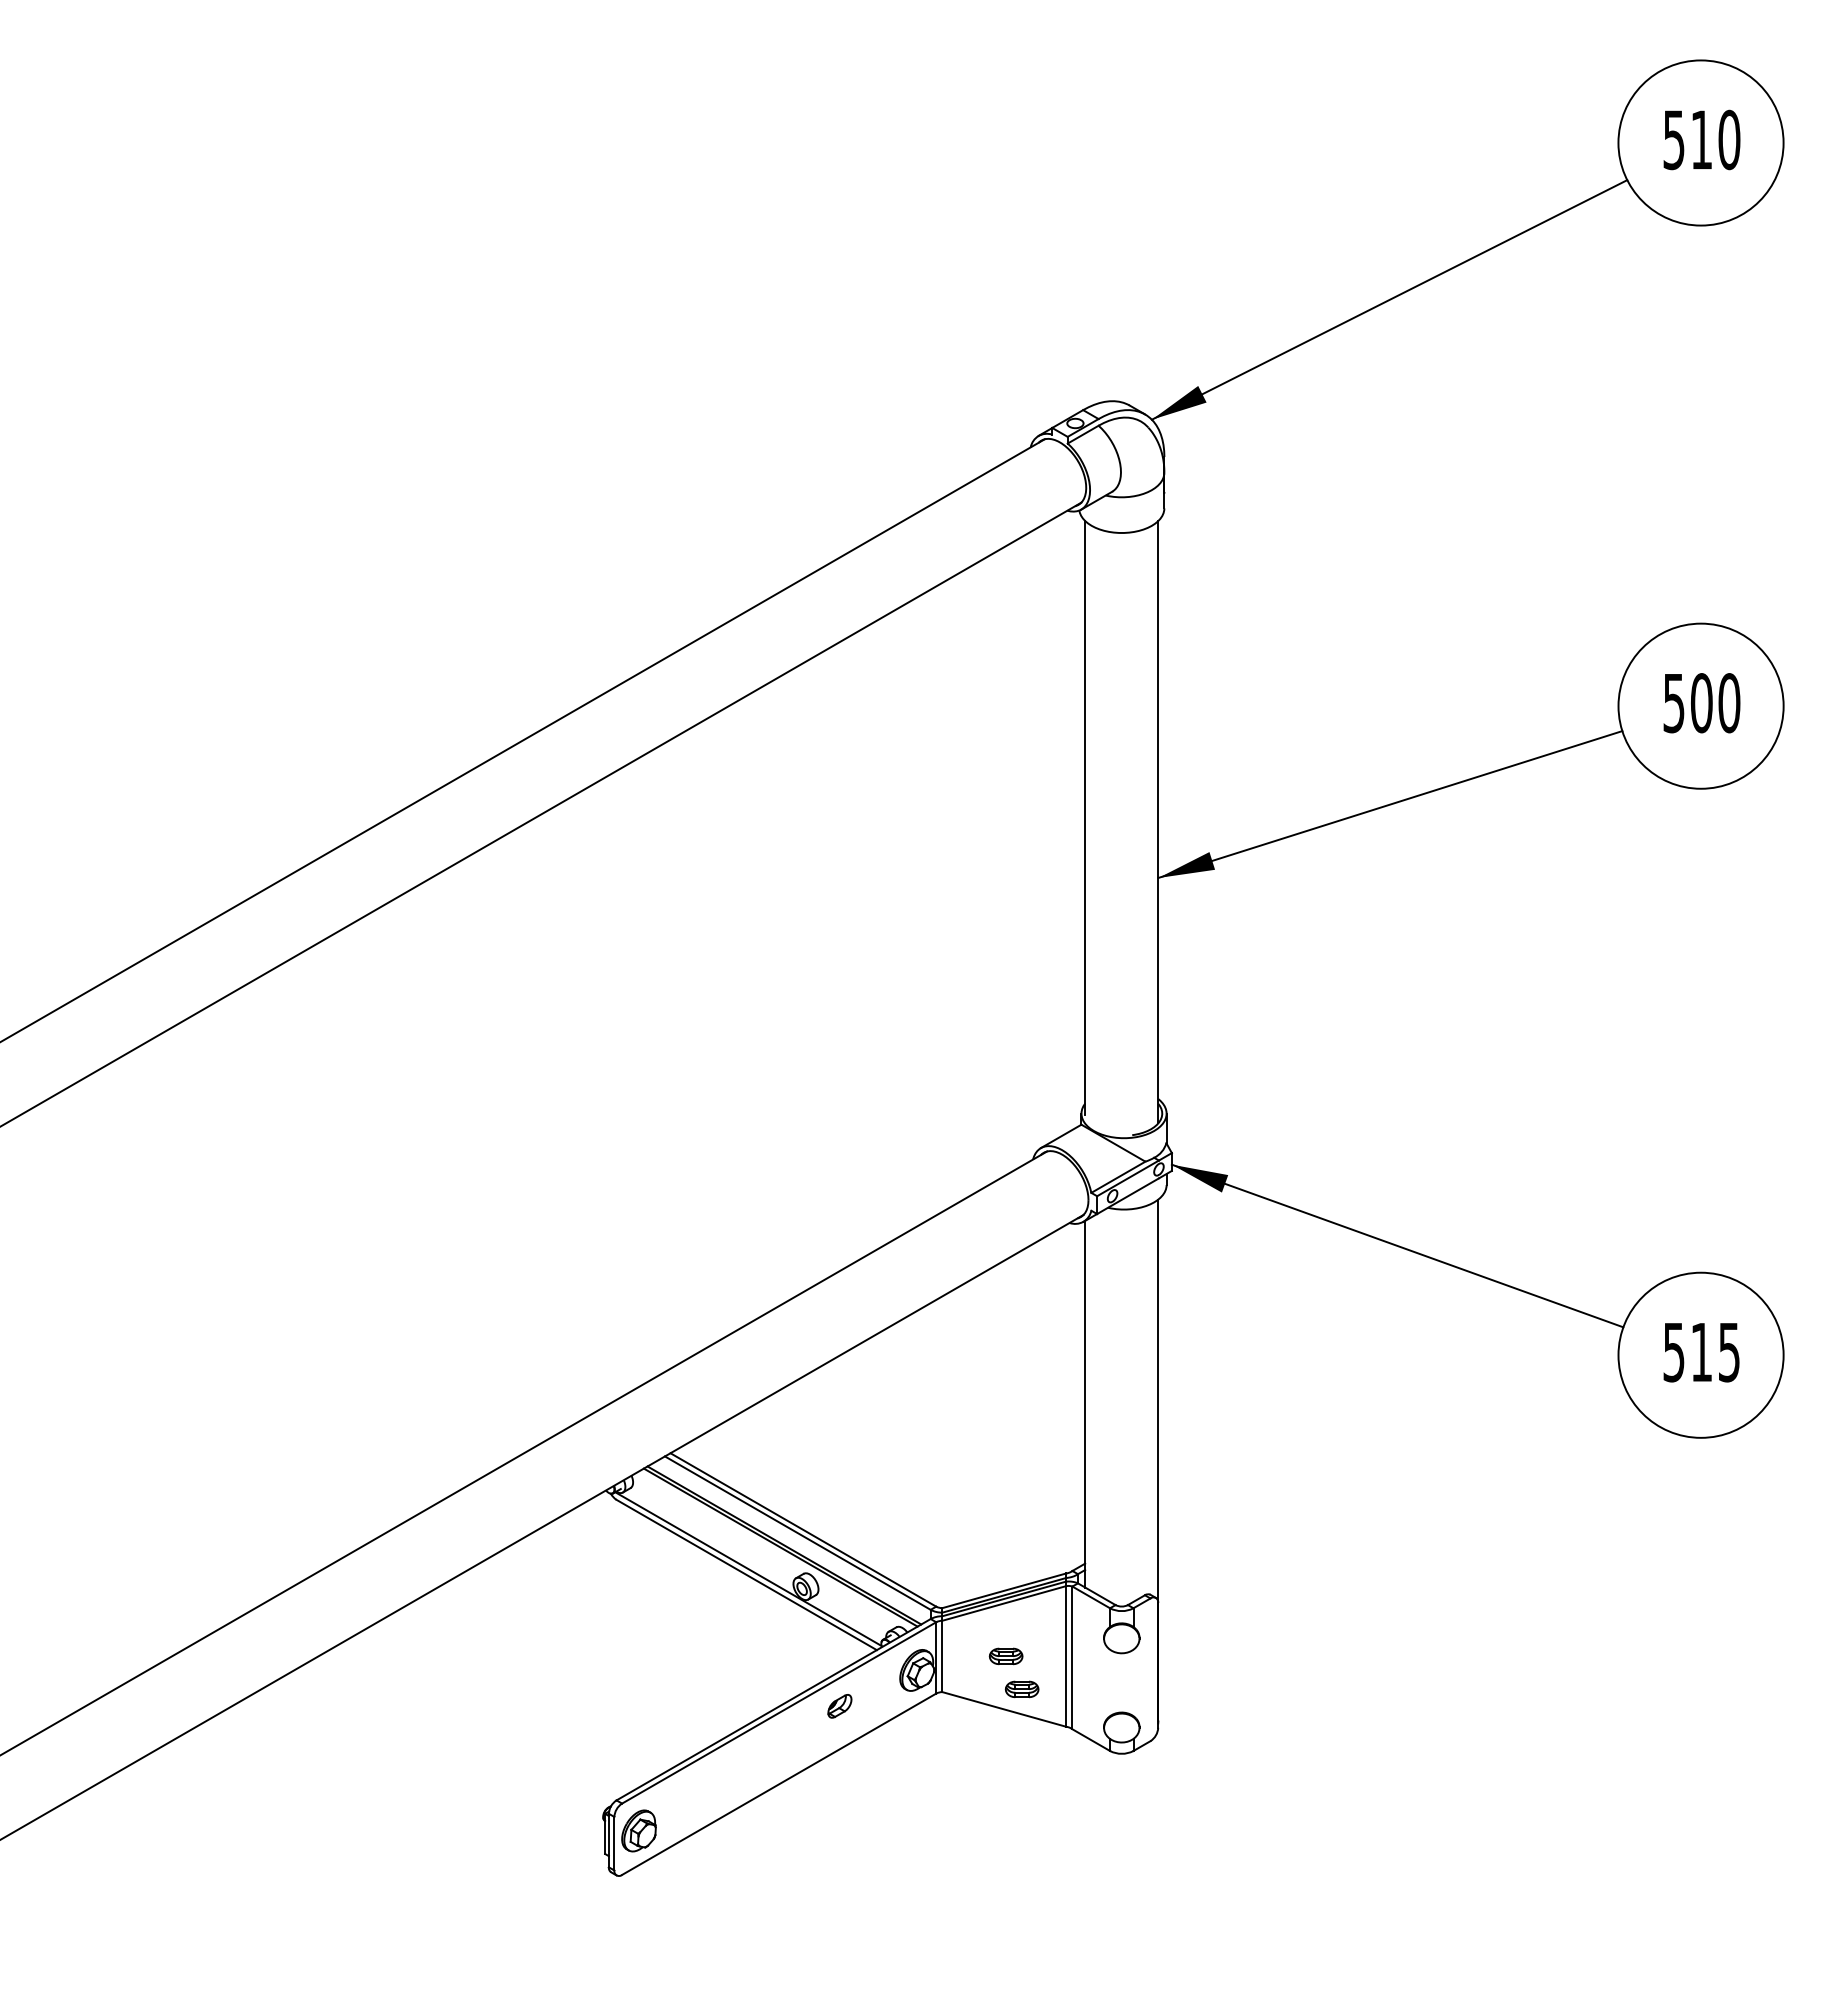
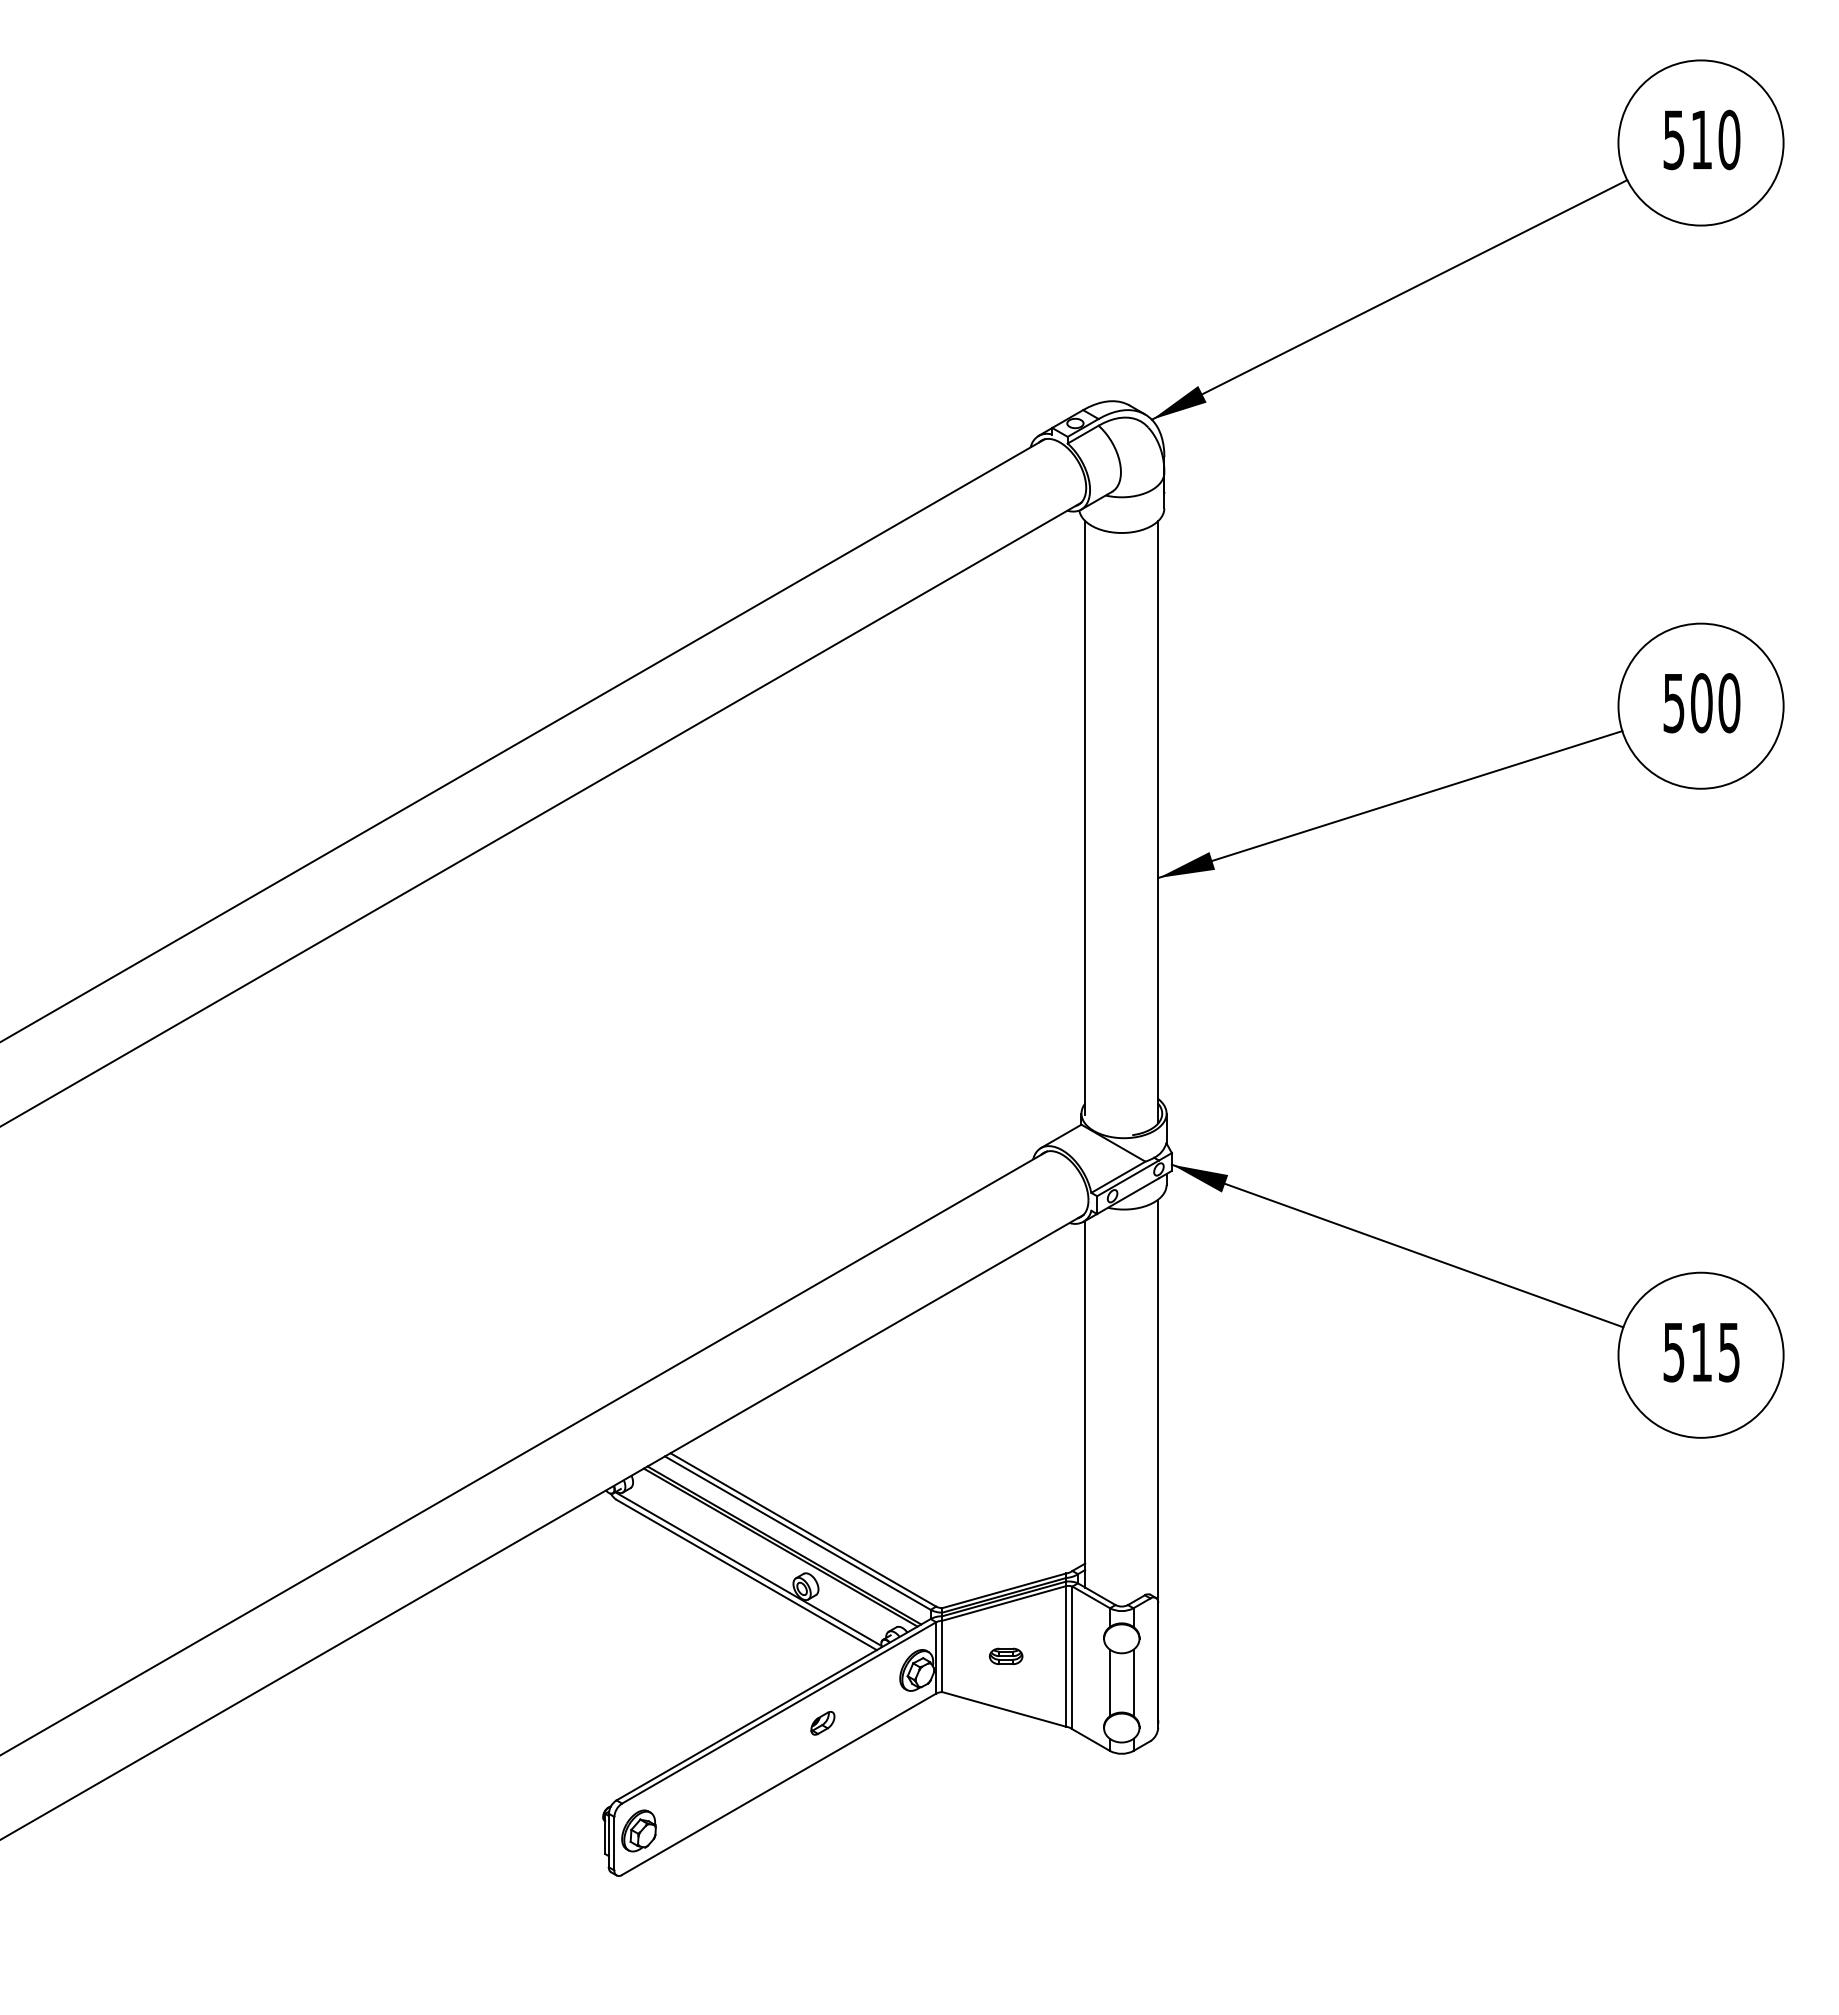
line at (1110, 1682): none -> present
line at (1133, 1682): none -> present
part at (1021, 1689): present -> none
part at (839, 1706) position: (839, 1706) -> (822, 1723)
